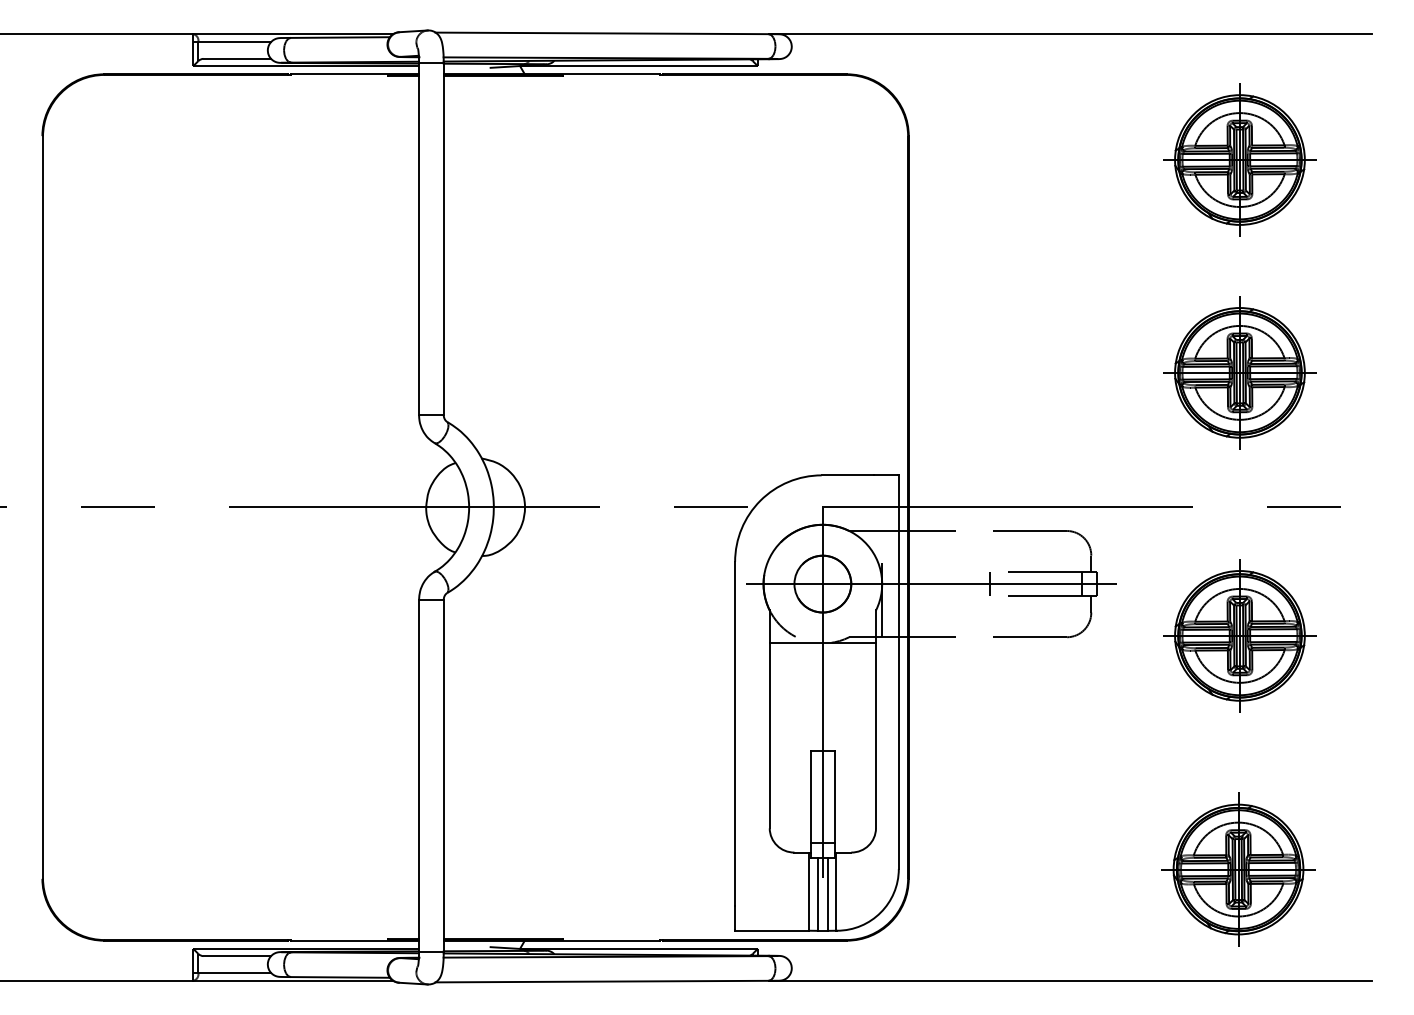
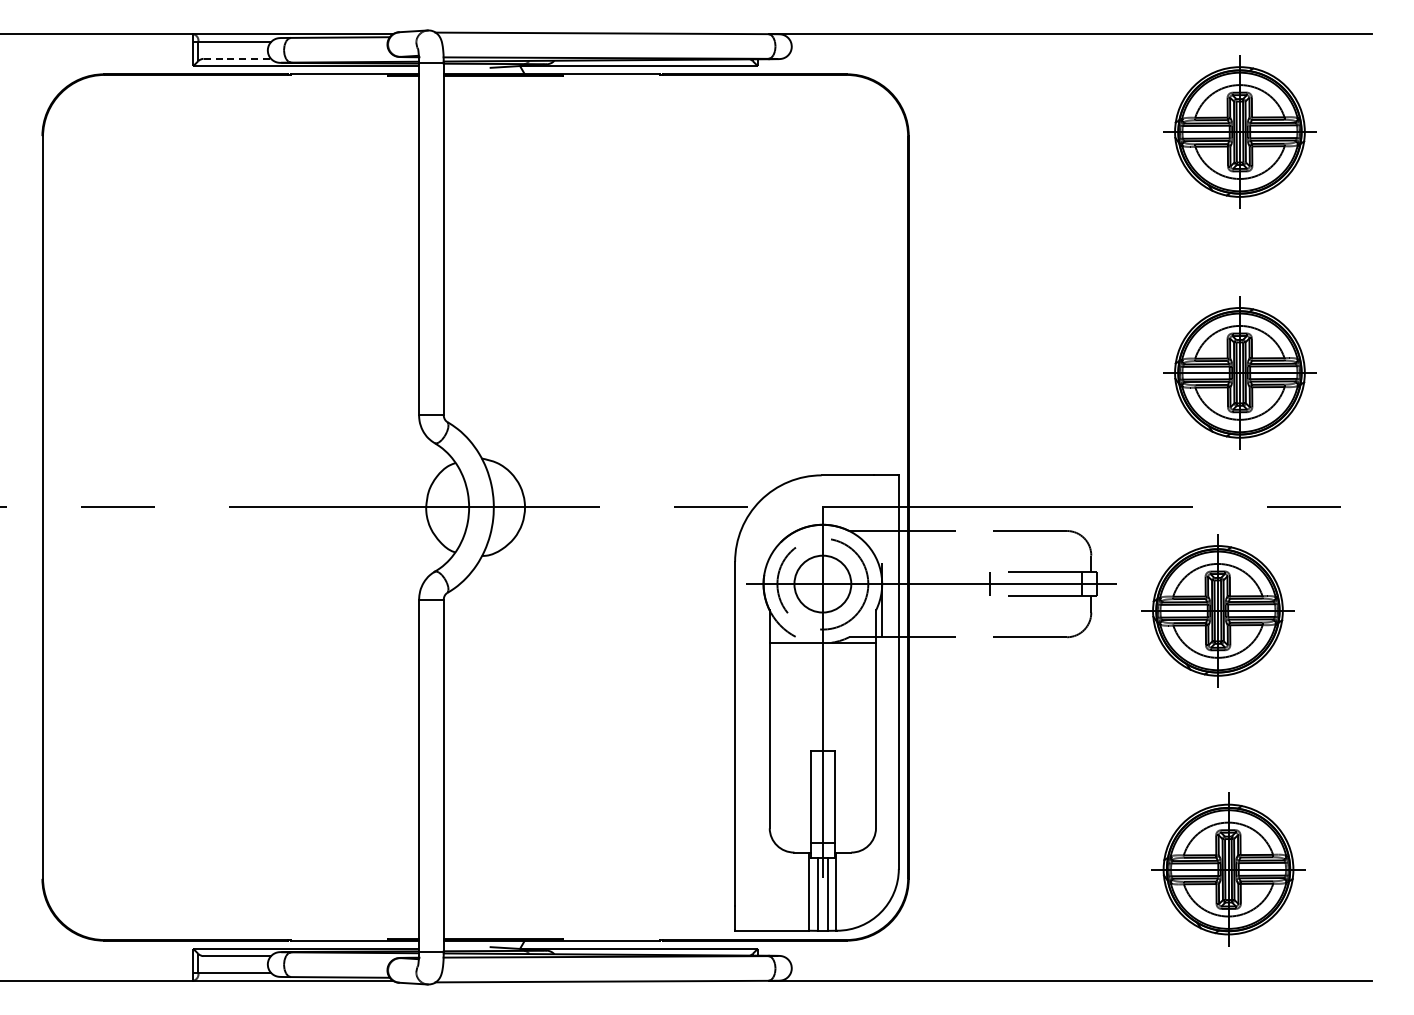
line at (237, 58): solid -> dashed
part at (1239, 159) position: (1239, 159) -> (1239, 131)
circle at (822, 583) diameter: 57 px -> 91 px
part at (1239, 635) position: (1239, 635) -> (1217, 610)
part at (1238, 869) position: (1238, 869) -> (1228, 869)
